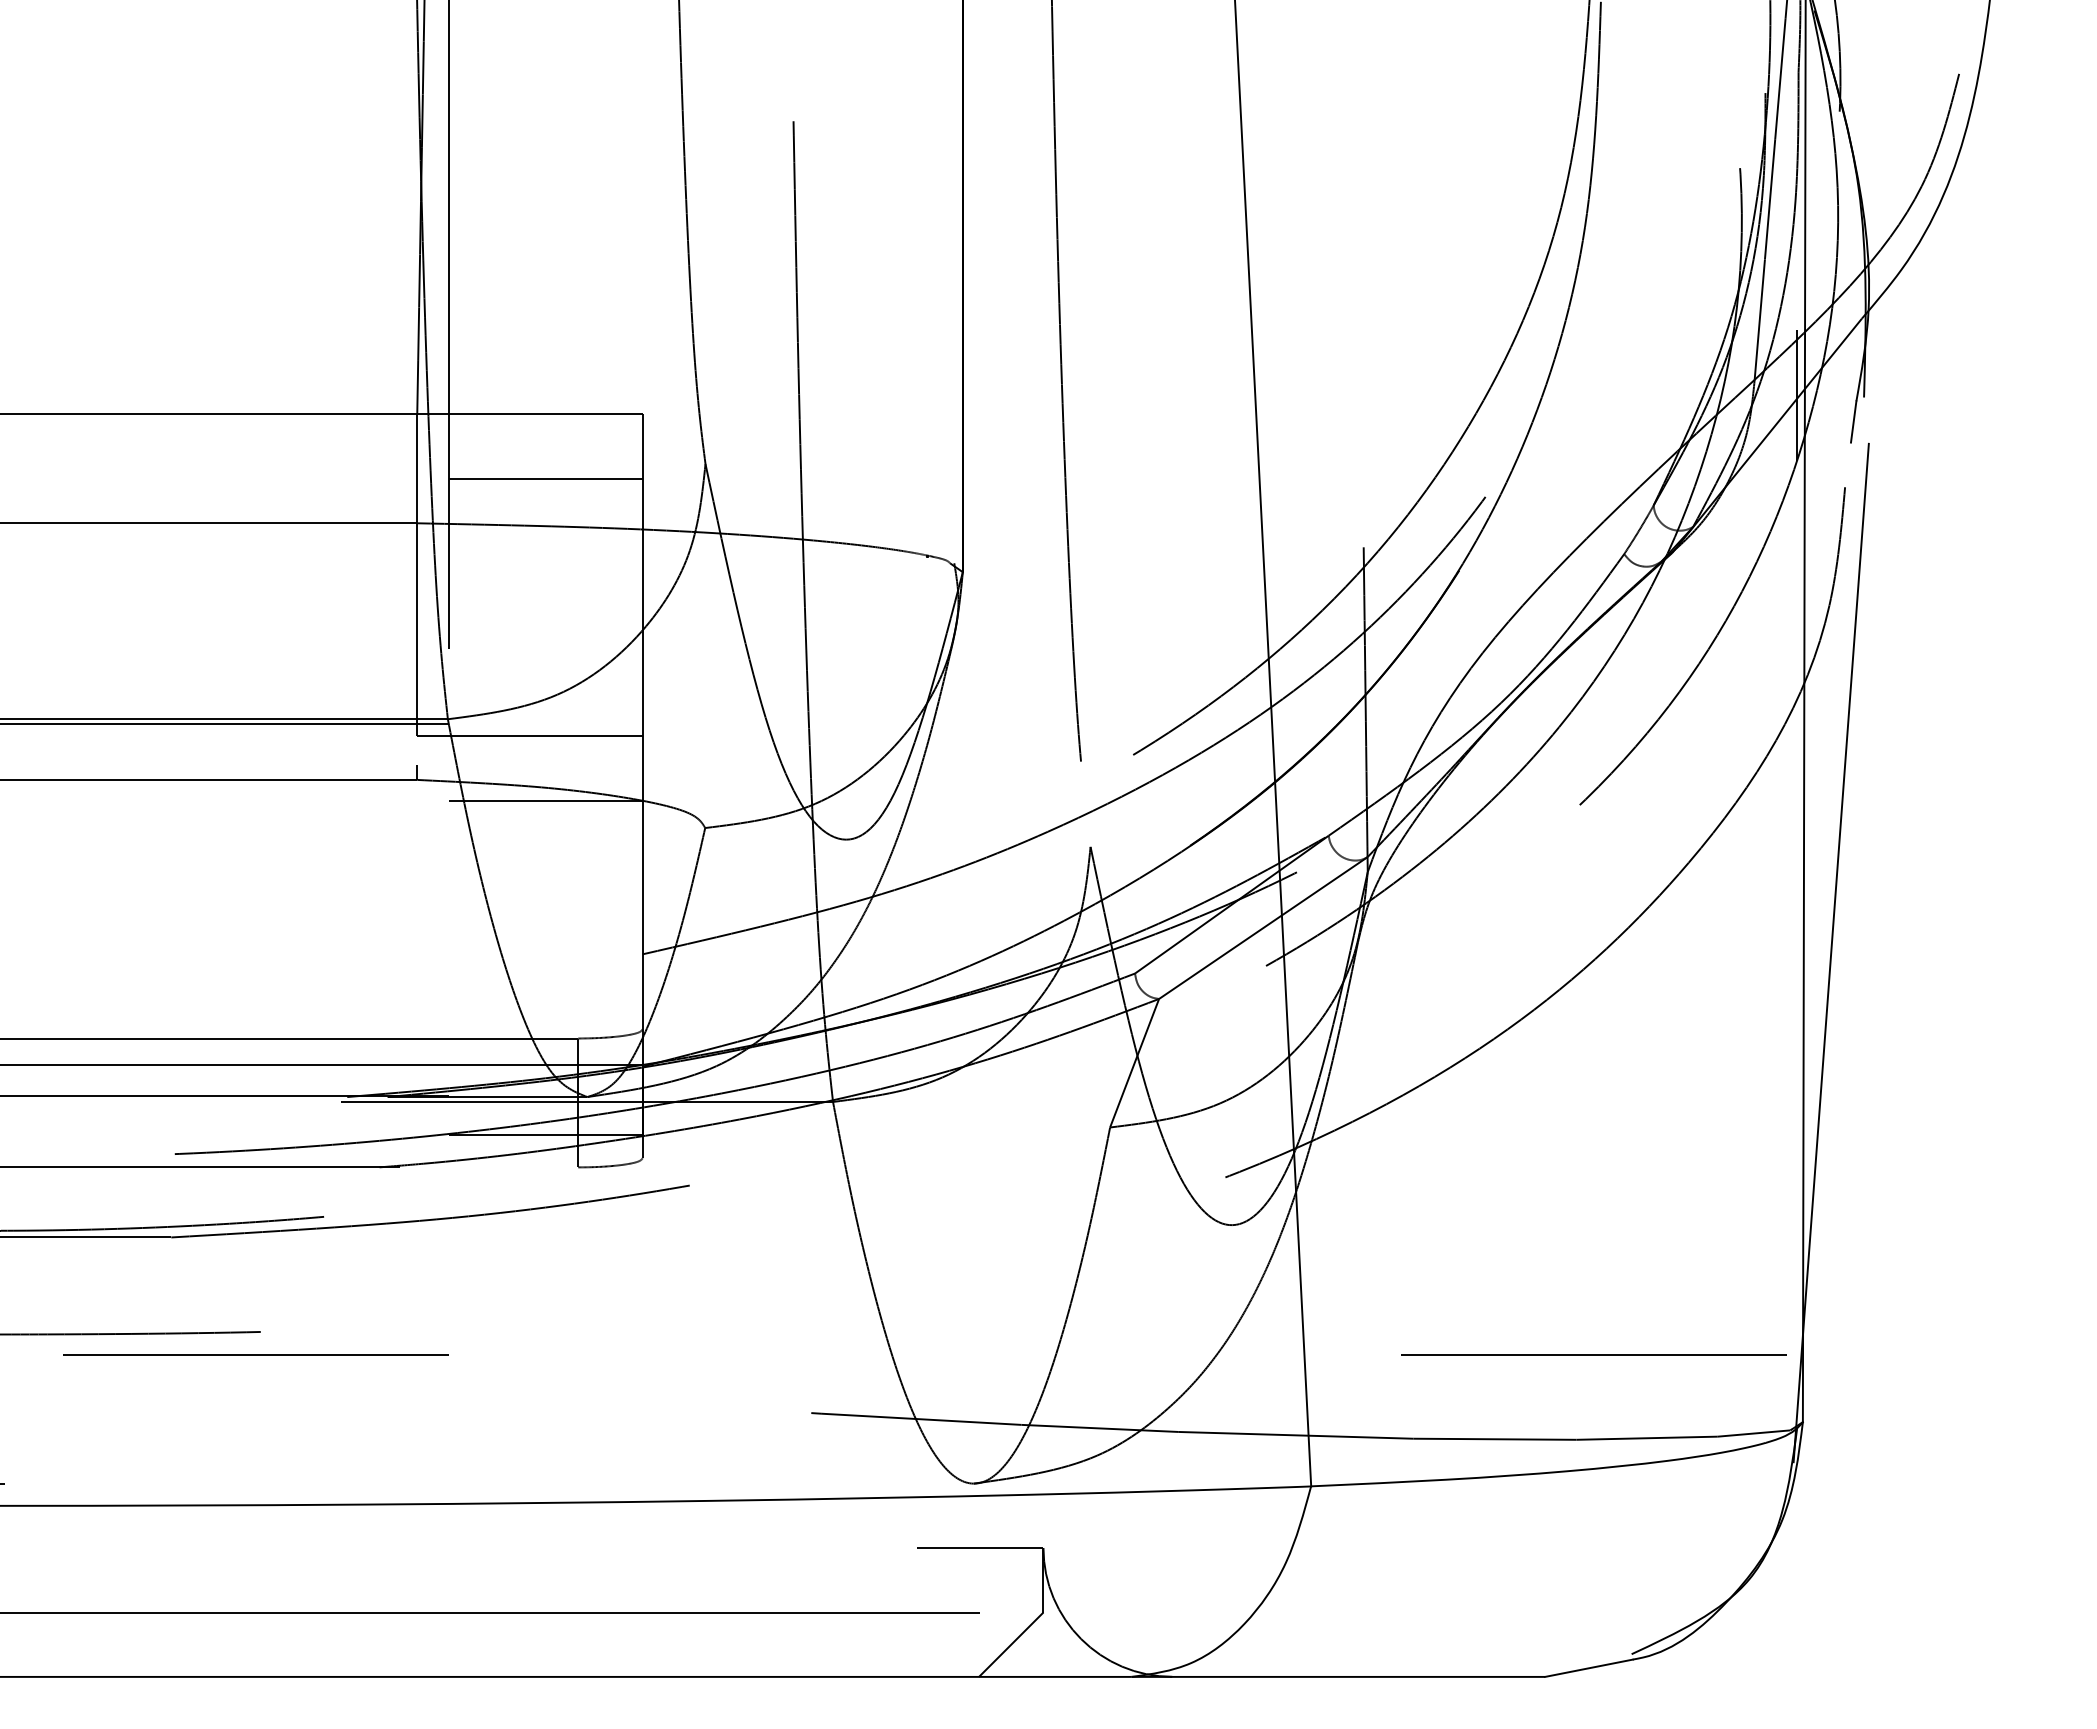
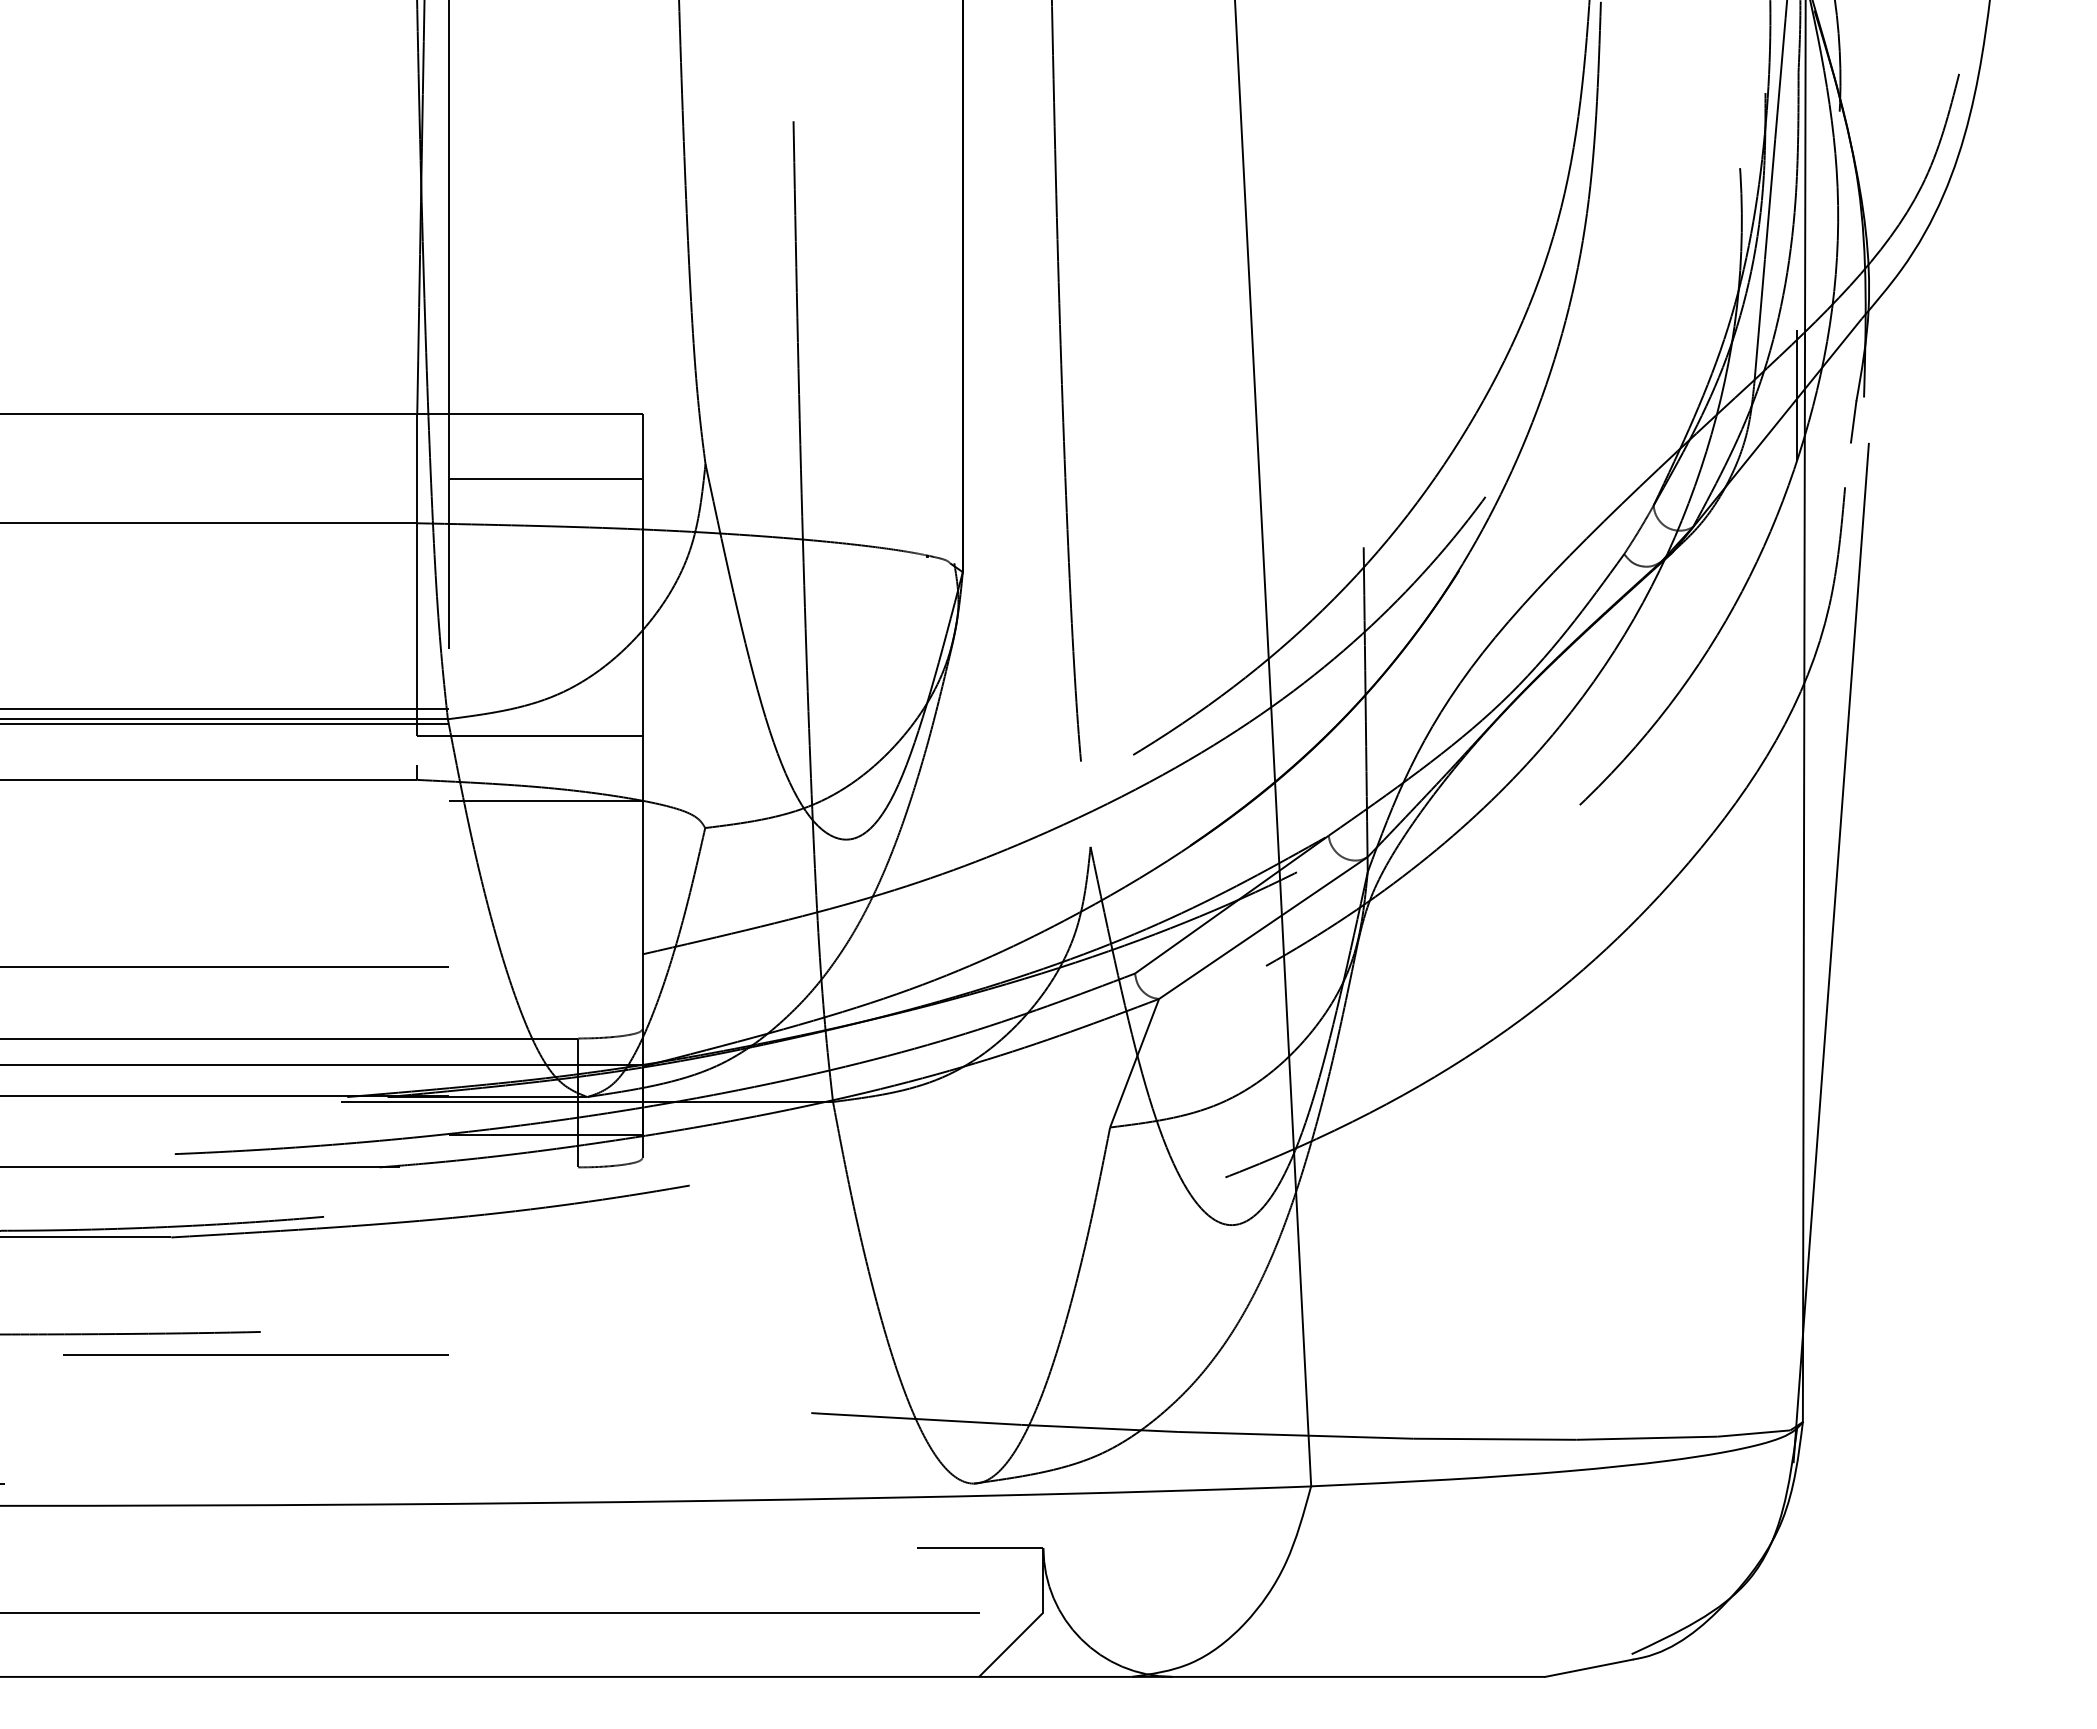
line at (225, 708): none -> present
line at (225, 966): none -> present
line at (1593, 1354): present -> none
